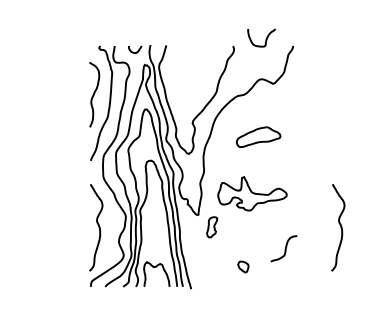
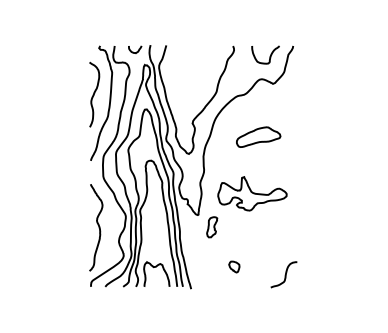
curve at (265, 39) position: (265, 39) -> (269, 56)
curve at (340, 227): present -> none
curve at (284, 249) position: (284, 249) -> (284, 275)
part at (243, 266) position: (243, 266) -> (234, 266)
